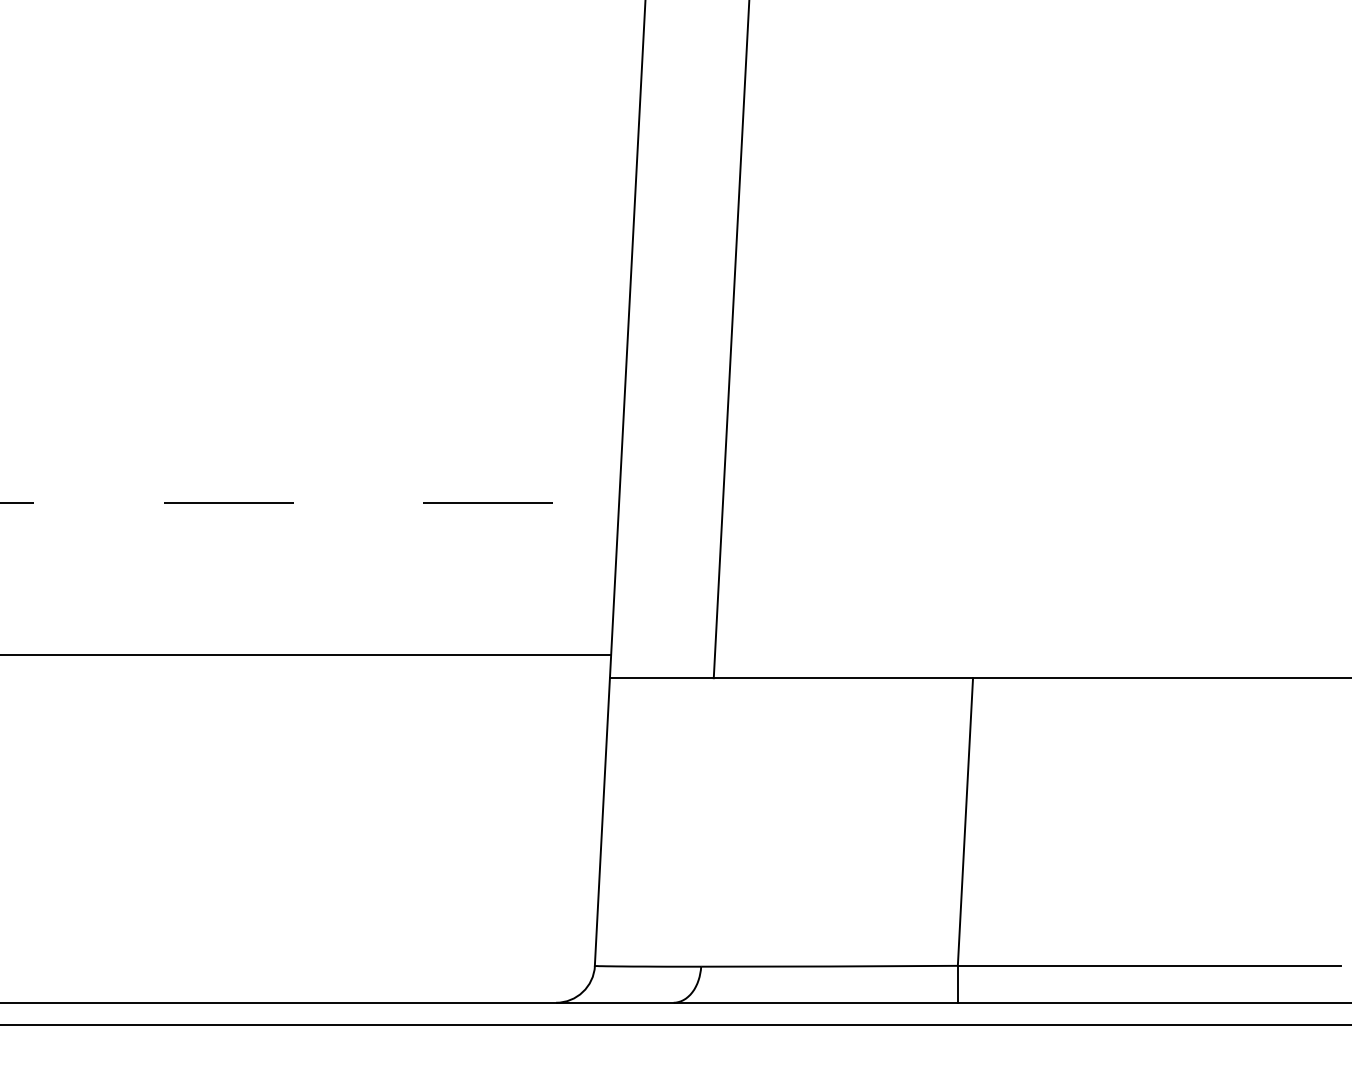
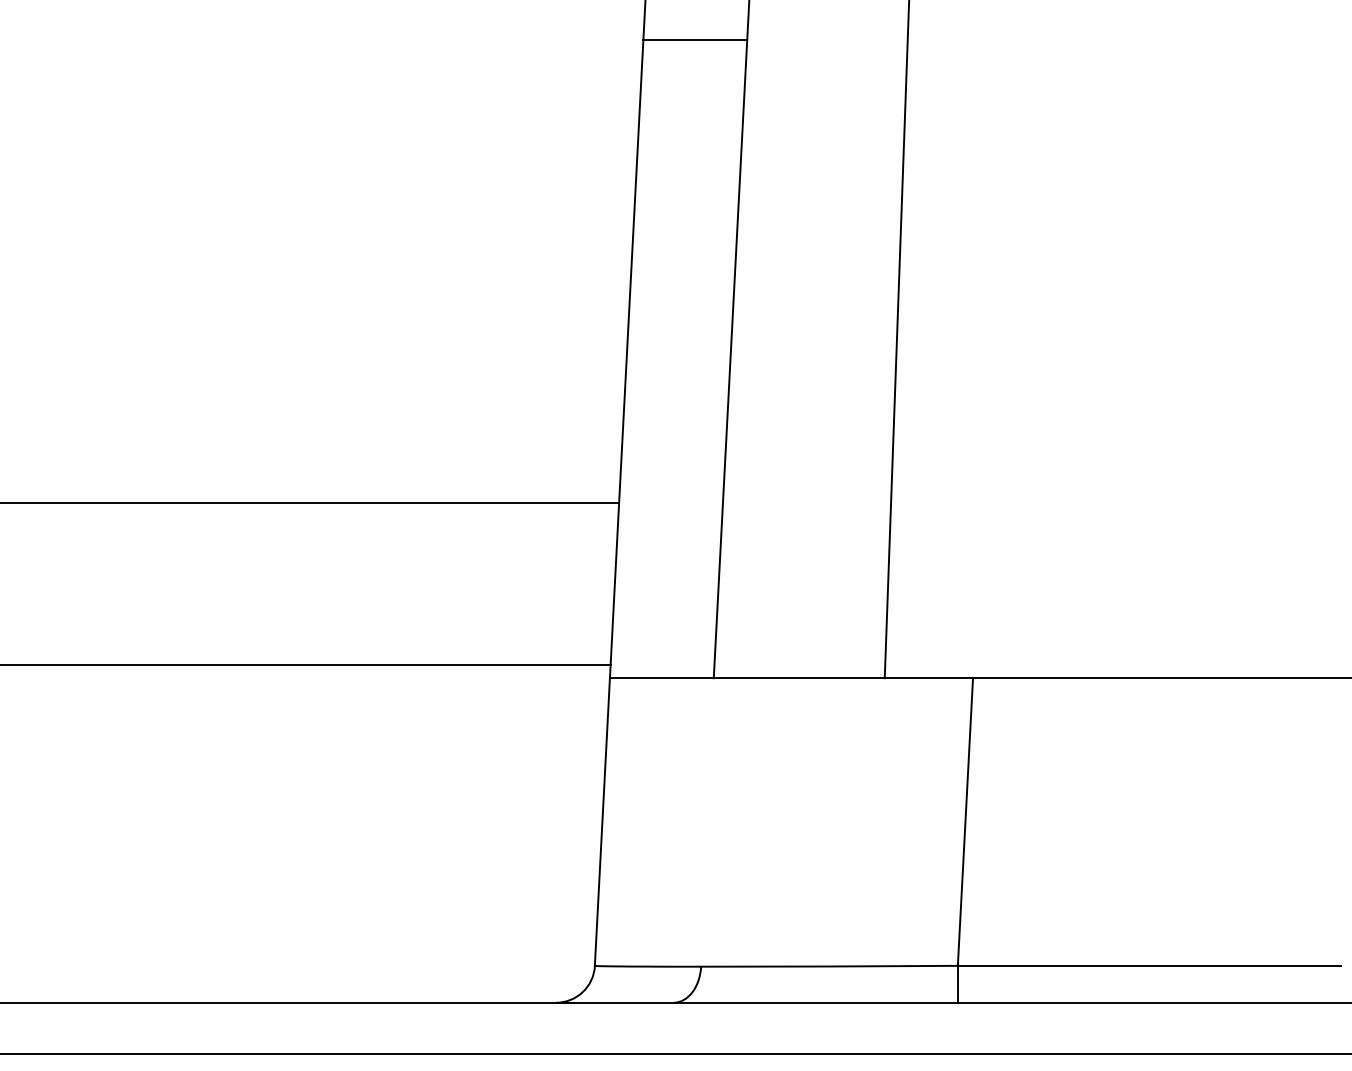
line at (695, 40): none -> present
line at (896, 340): none -> present
line at (310, 502): dashed -> solid
line at (306, 655) position: (306, 655) -> (306, 665)
line at (675, 1024) position: (675, 1024) -> (675, 1053)
